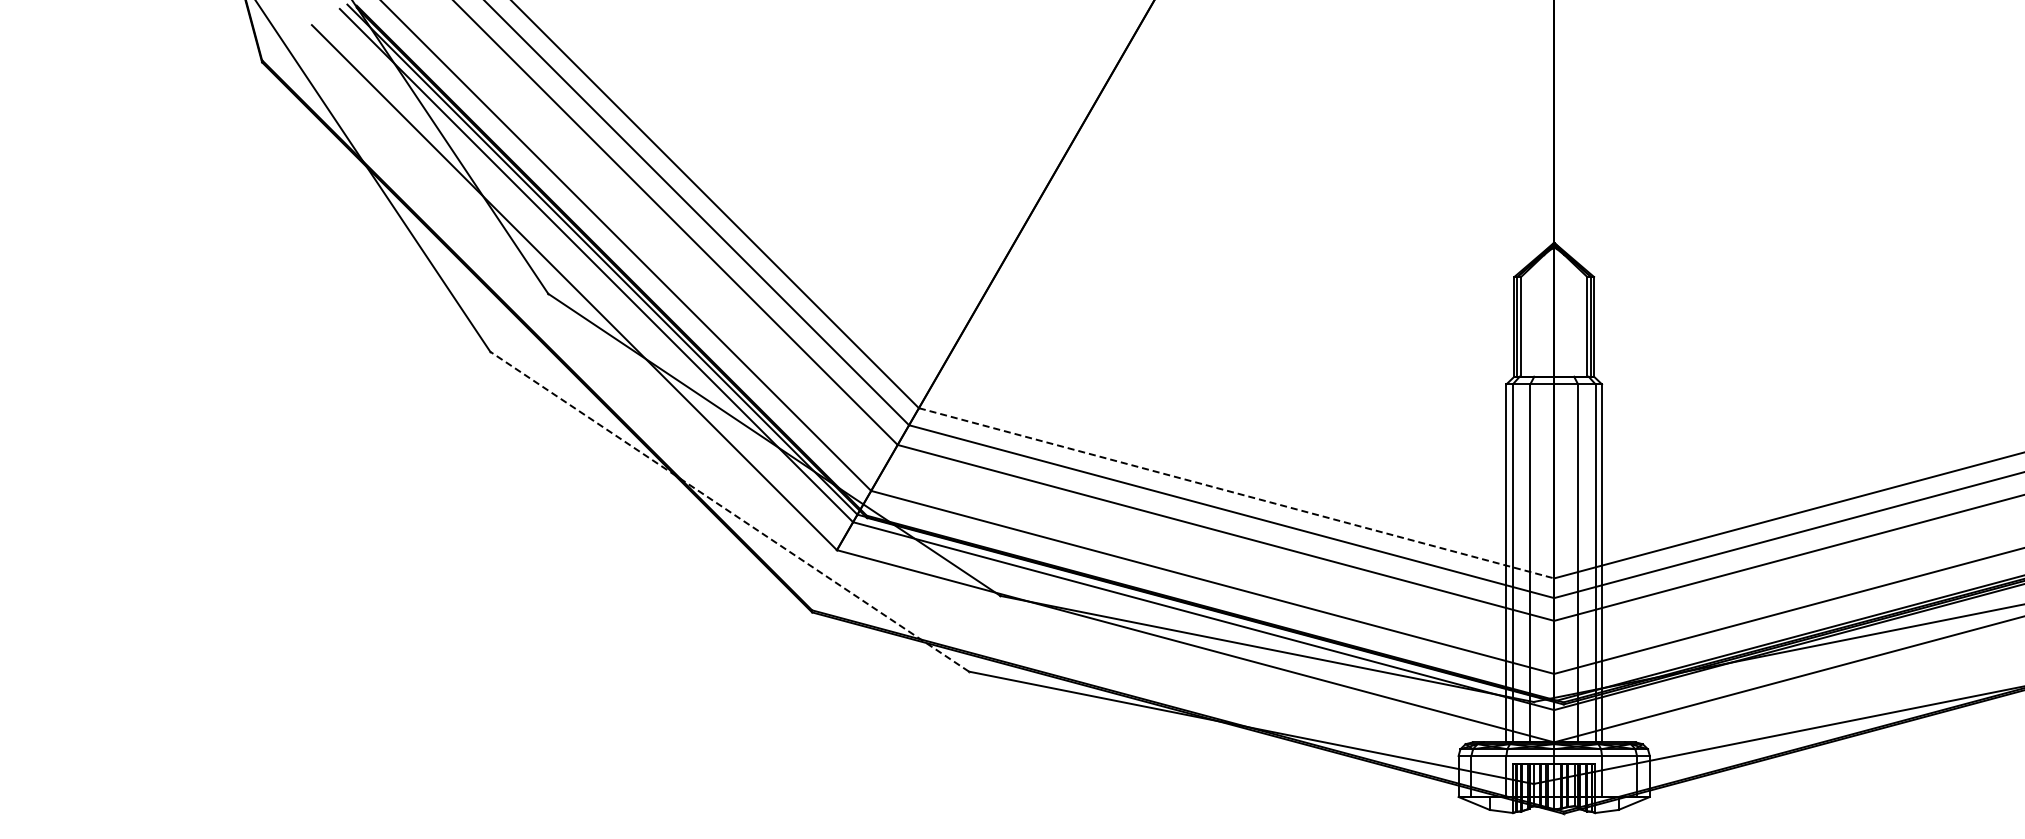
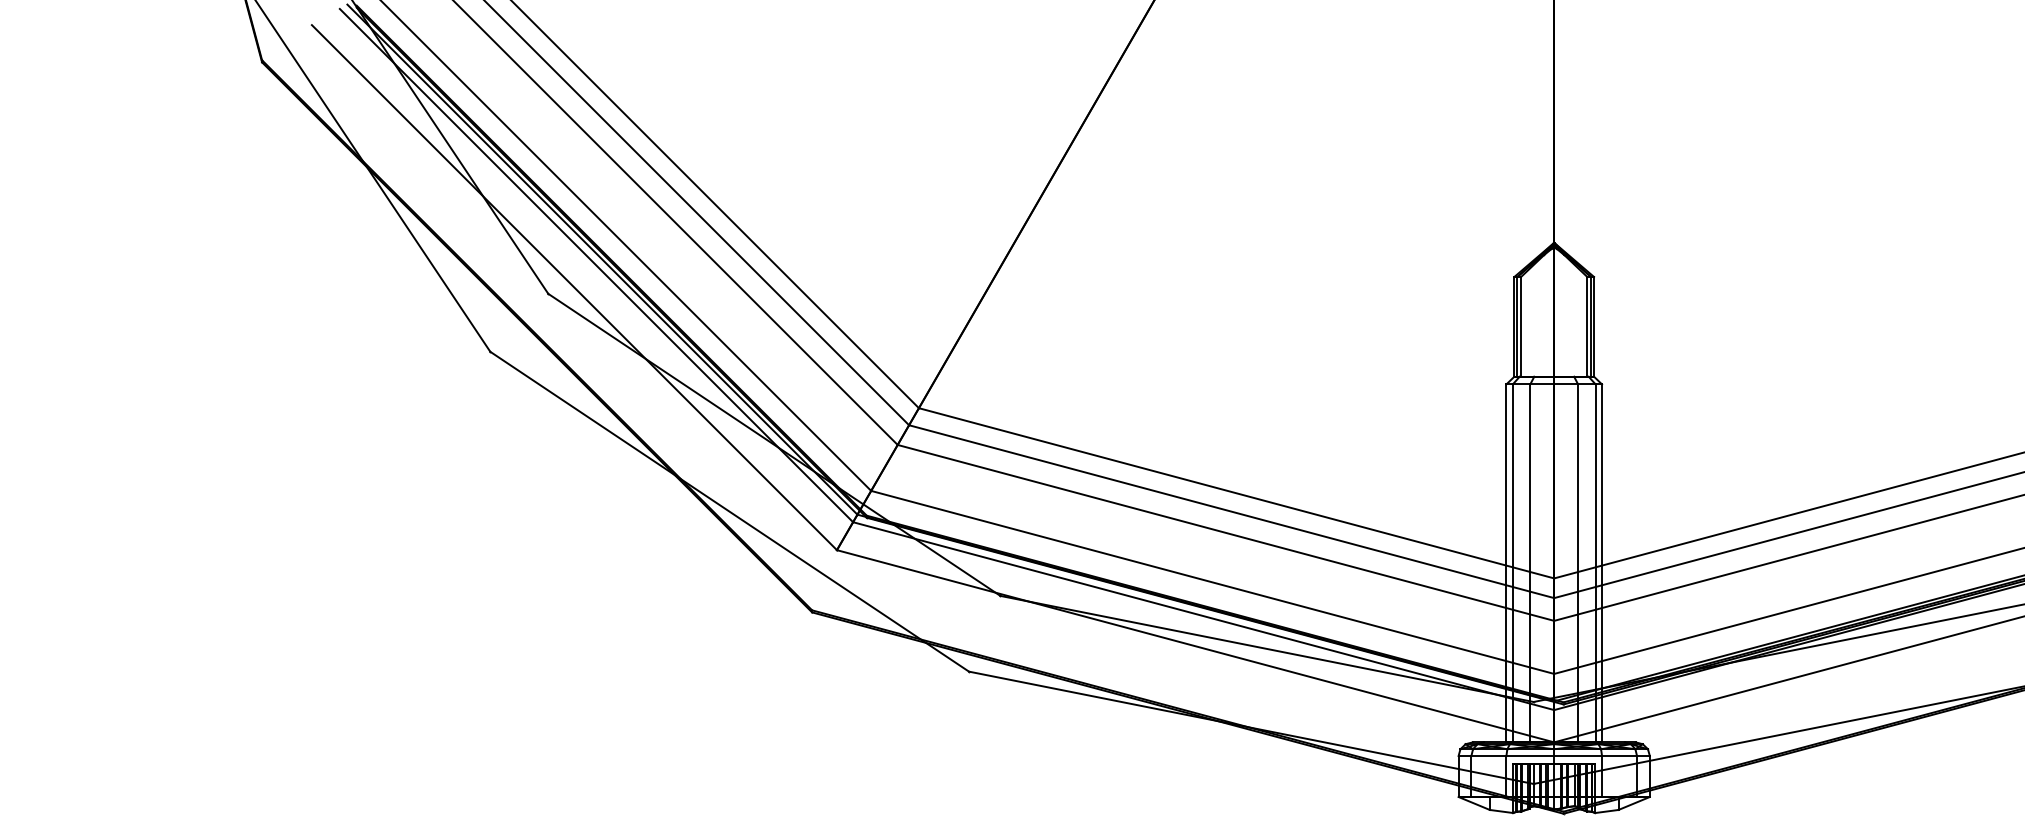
line at (1236, 493): dashed -> solid
line at (729, 511): dashed -> solid
